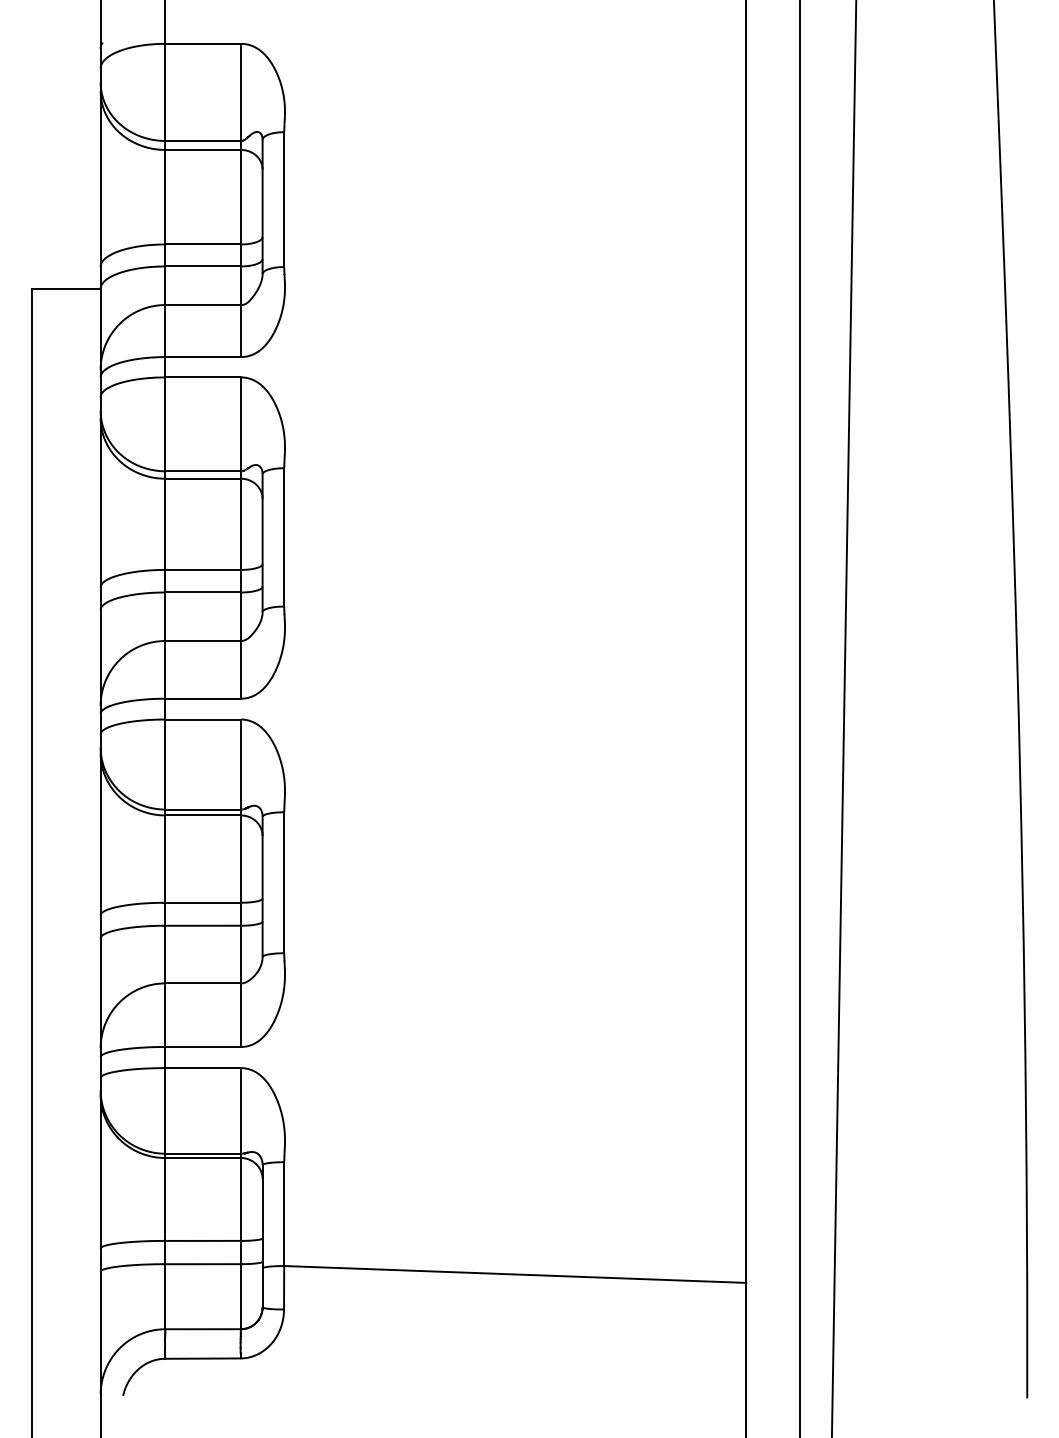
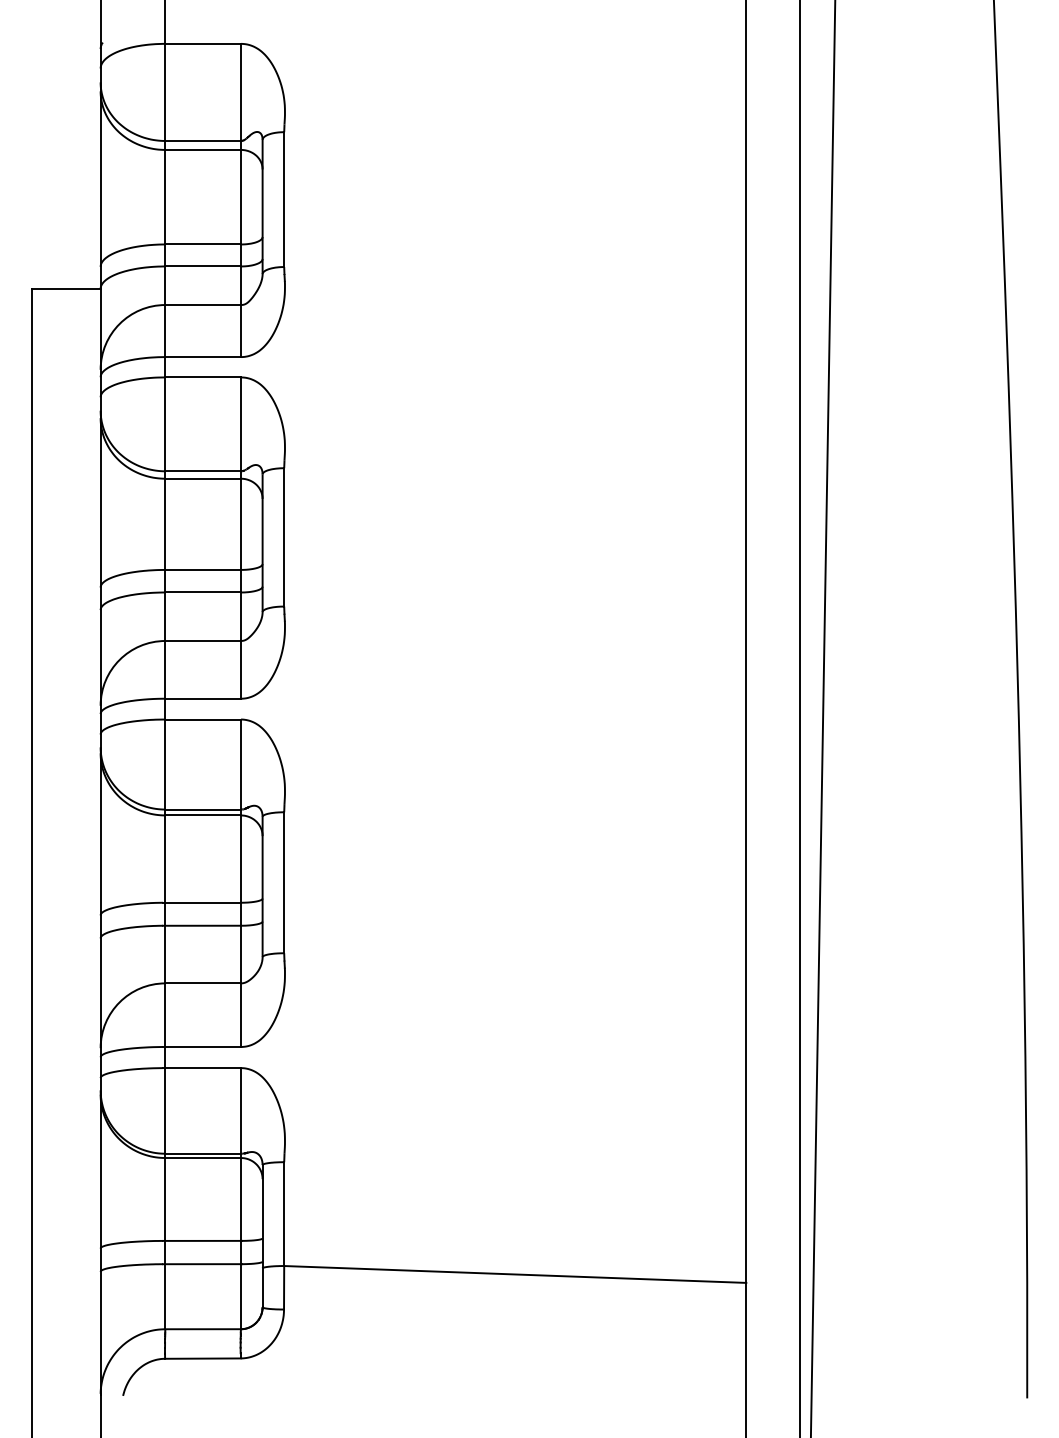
line at (843, 718) position: (843, 718) -> (822, 718)
